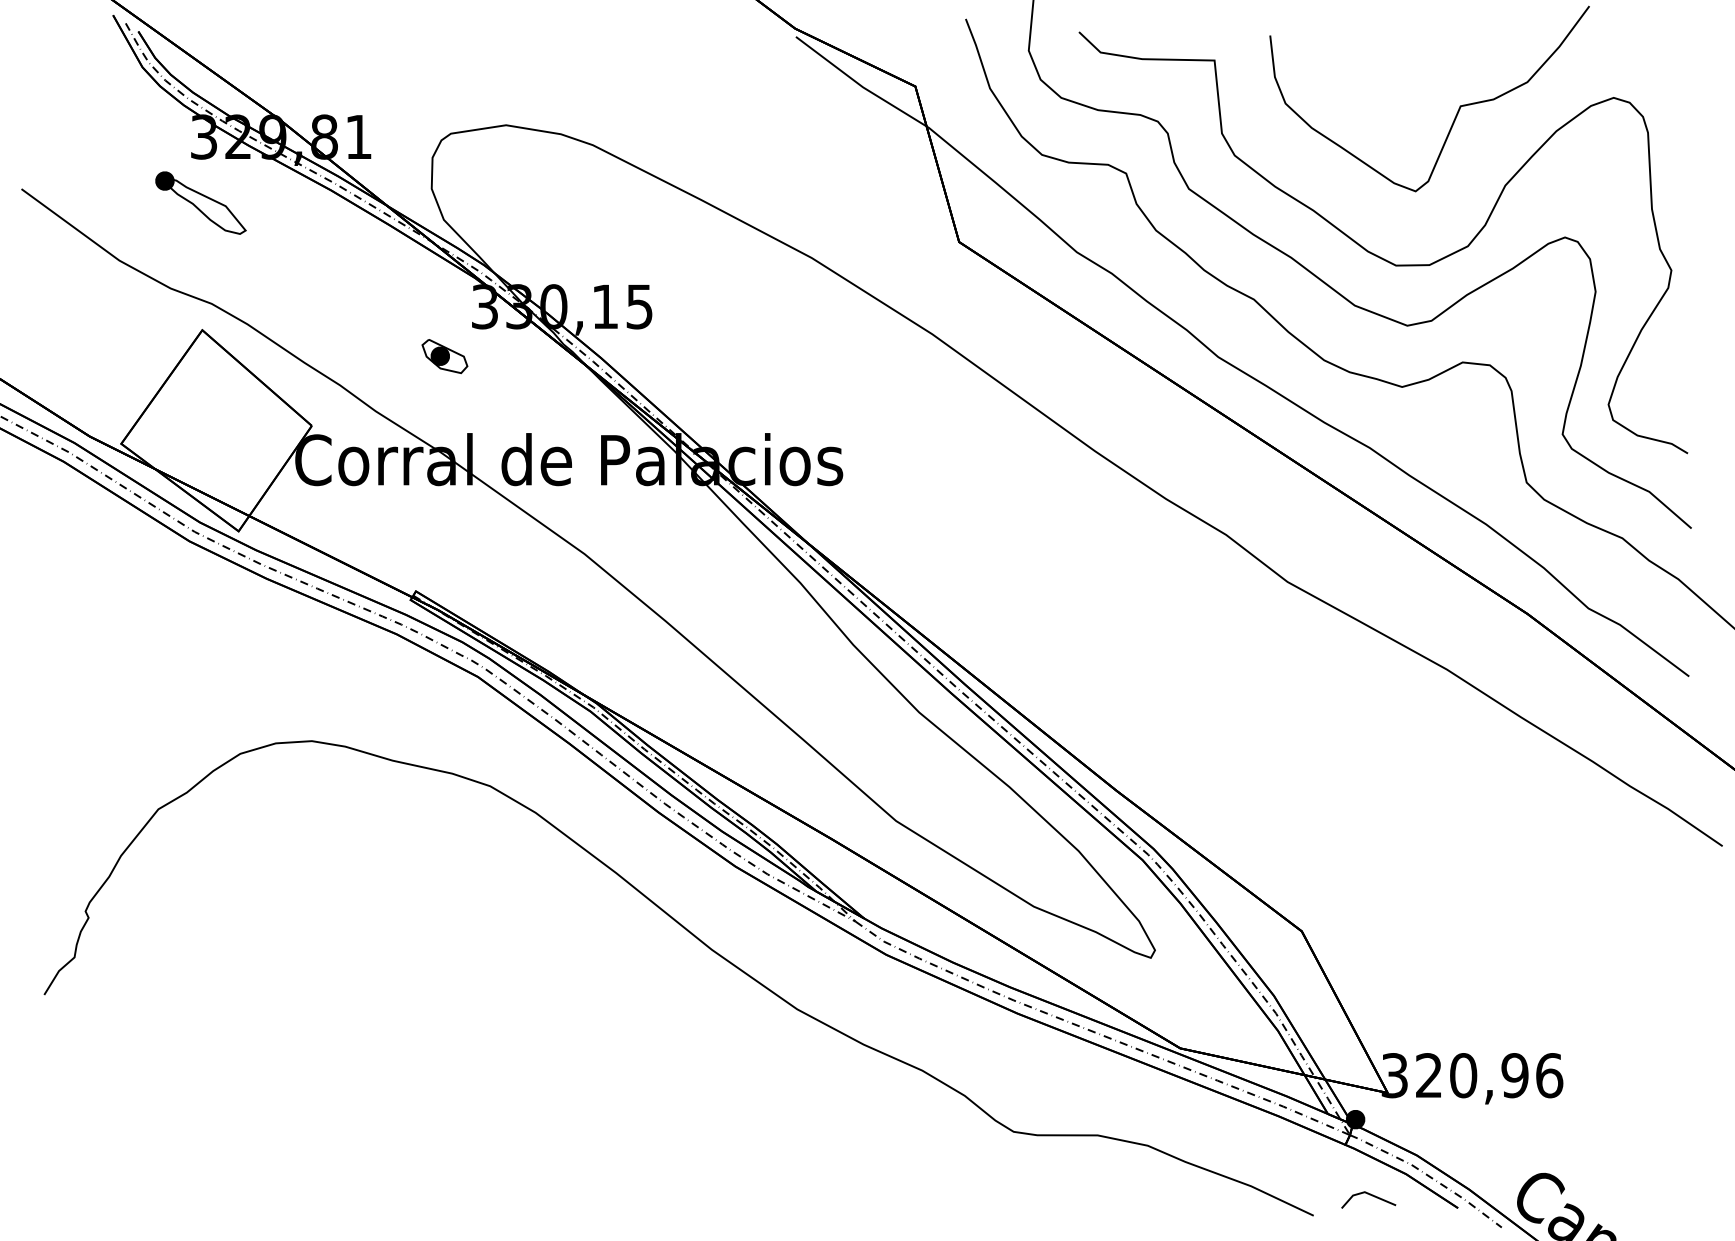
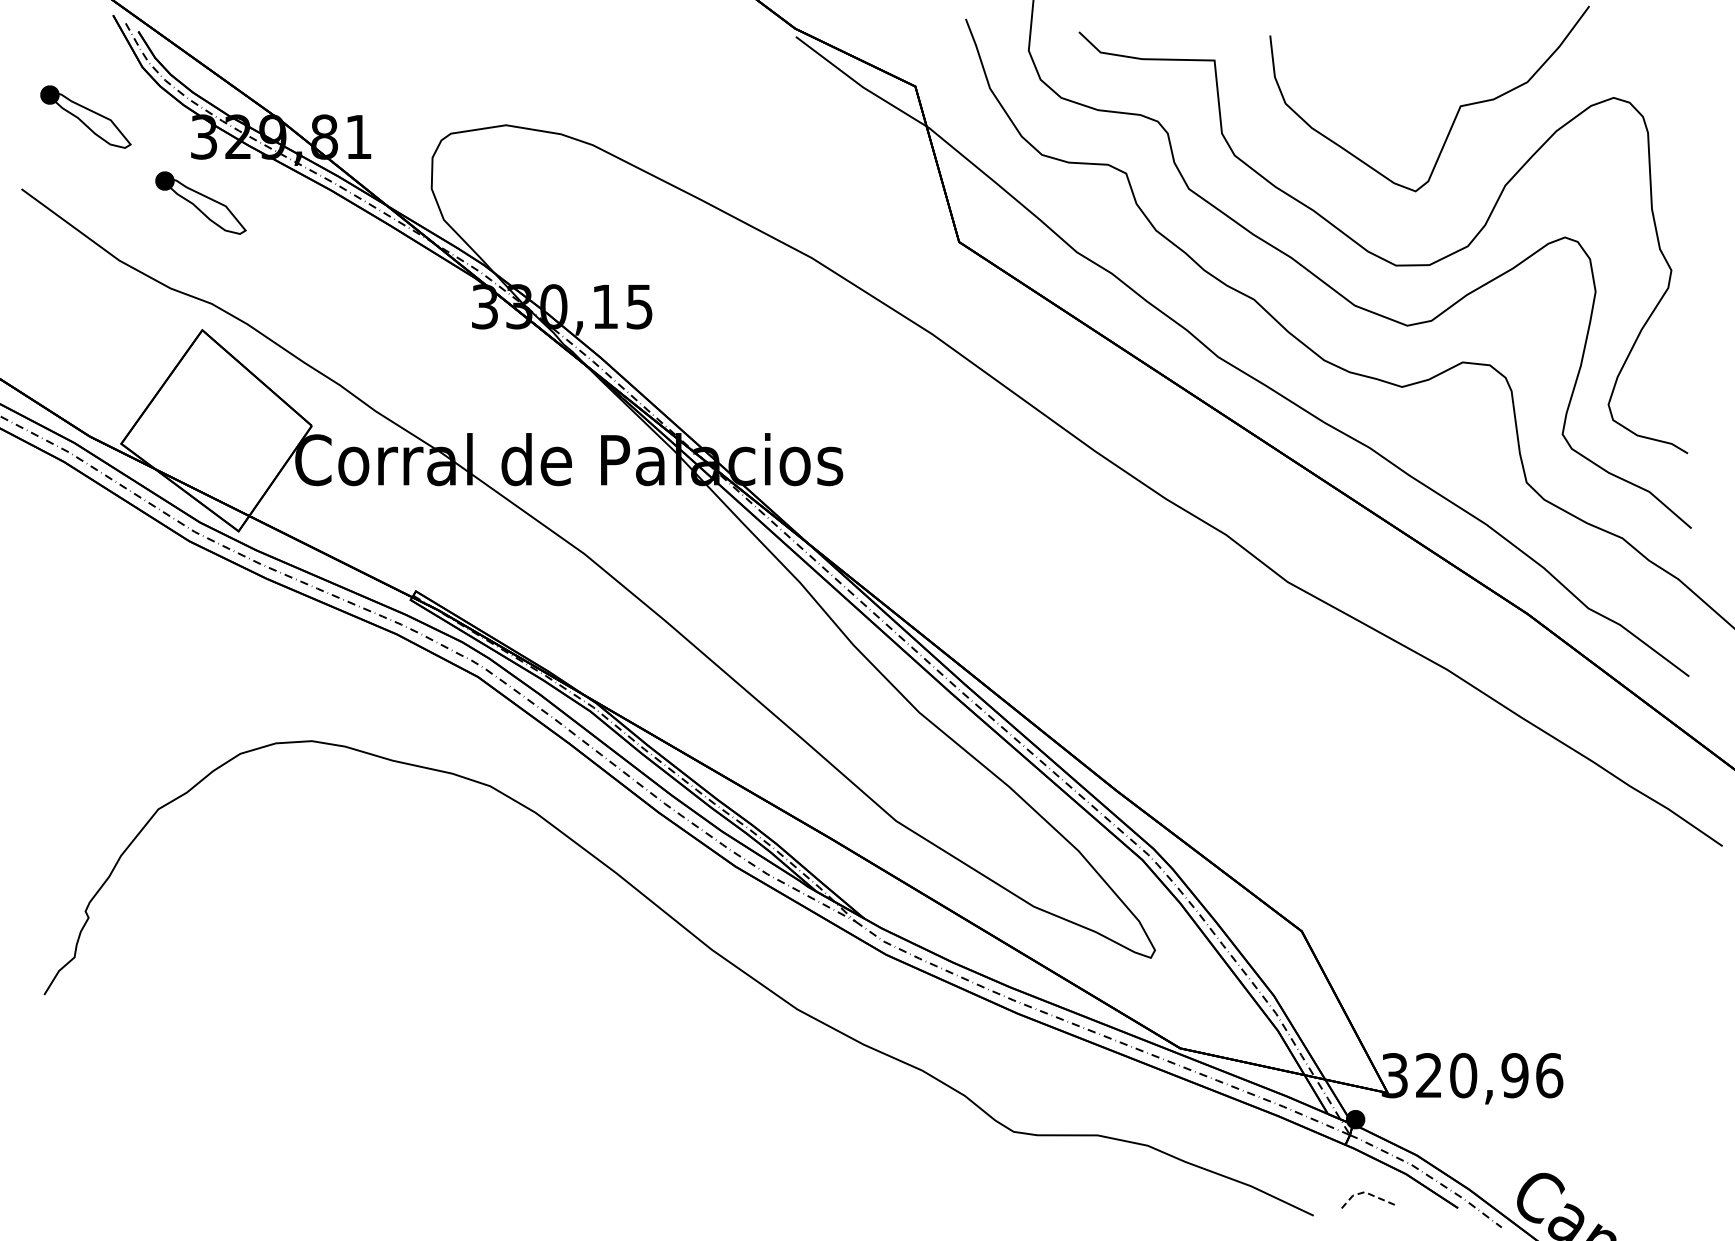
part at (85, 116): none -> present
part at (444, 356): present -> none
line at (1365, 1192): solid -> dashed
